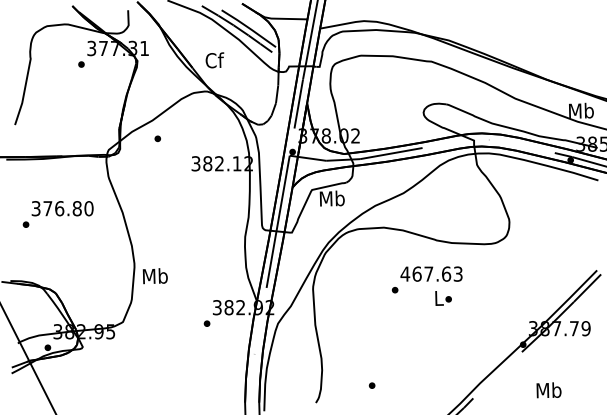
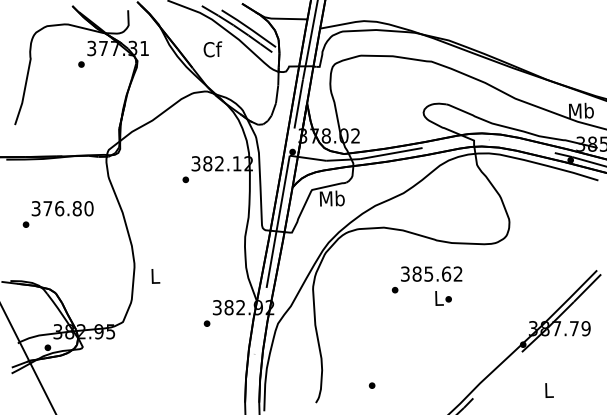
text at (214, 60) position: (214, 60) -> (212, 49)
part at (157, 138) position: (157, 138) -> (185, 179)
text at (431, 273): 467.63 -> 385.62
text at (154, 276): Mb -> L
text at (548, 390): Mb -> L
